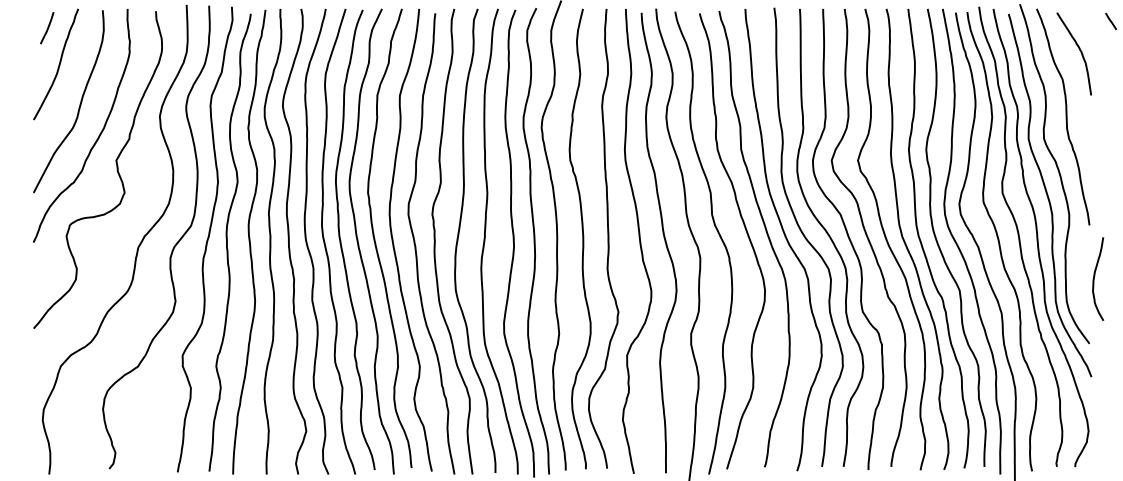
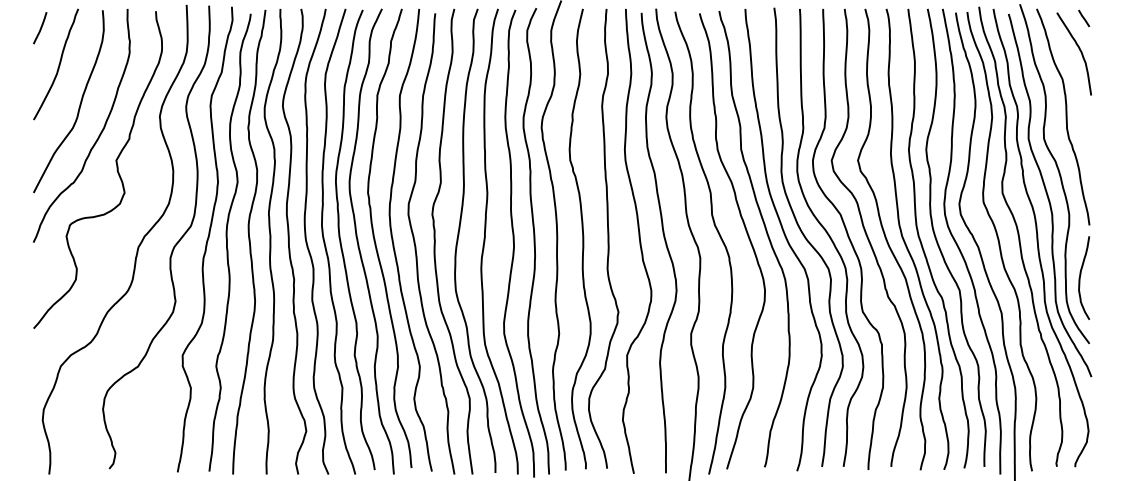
line at (1111, 21) position: (1111, 21) -> (1084, 18)
line at (47, 28) position: (47, 28) -> (40, 28)
curve at (1095, 276) position: (1095, 276) -> (1081, 275)
